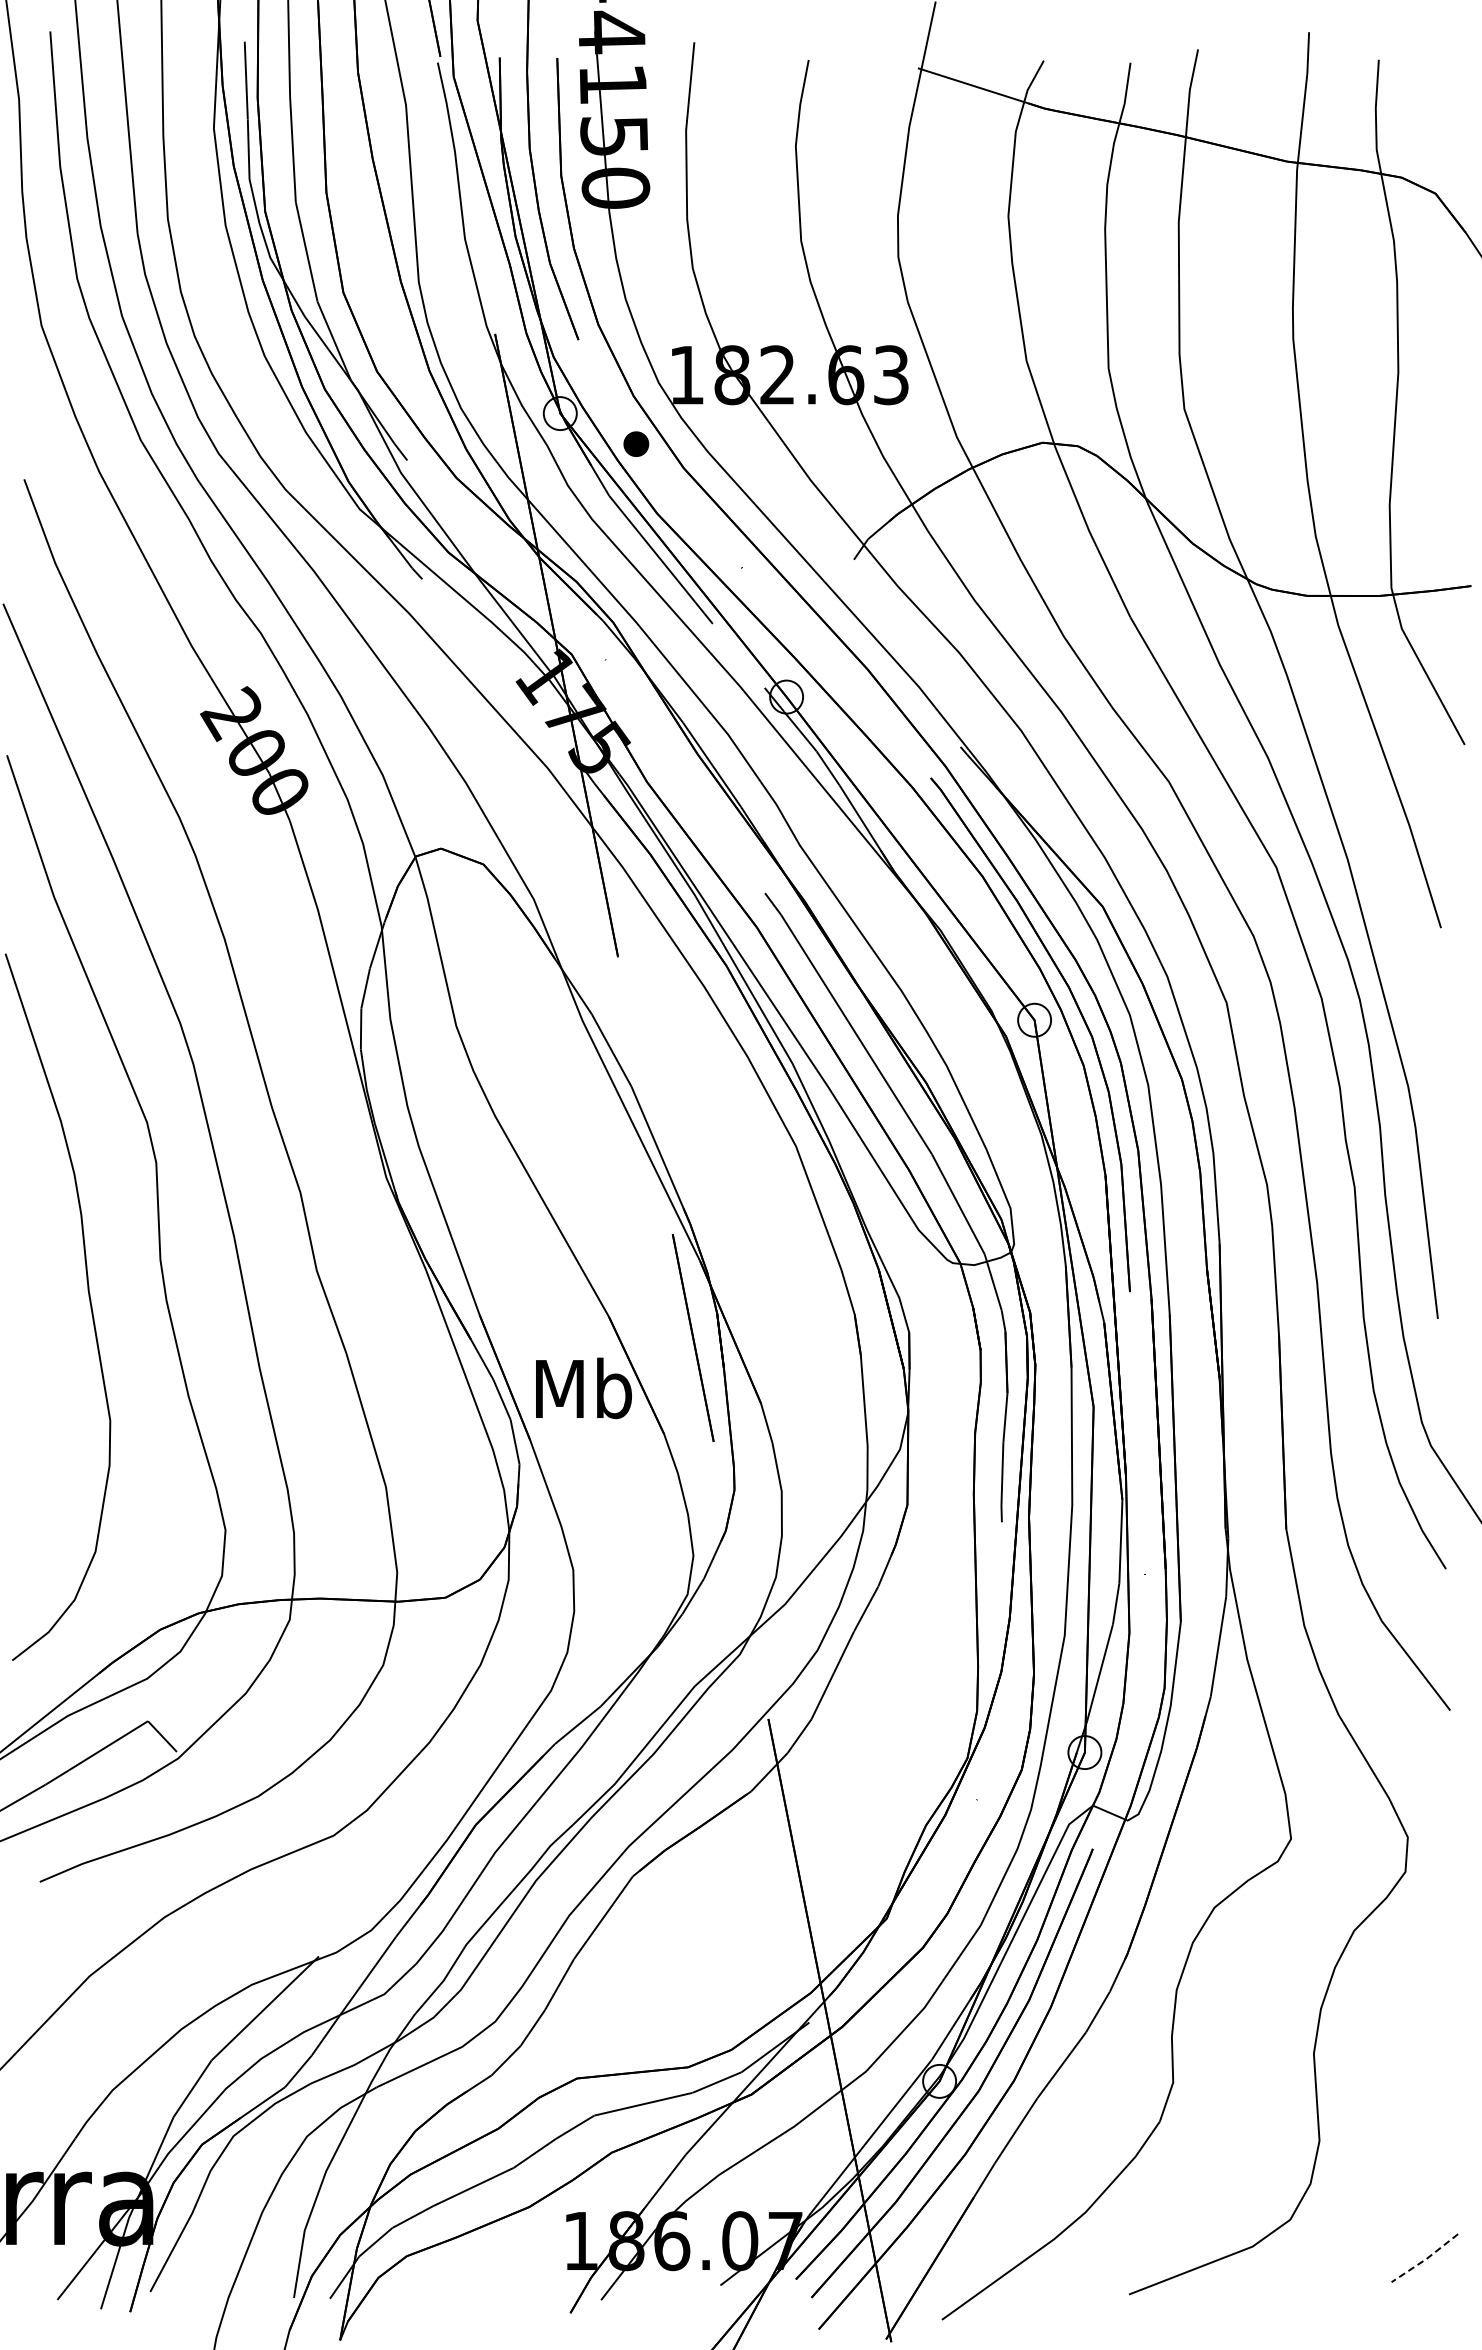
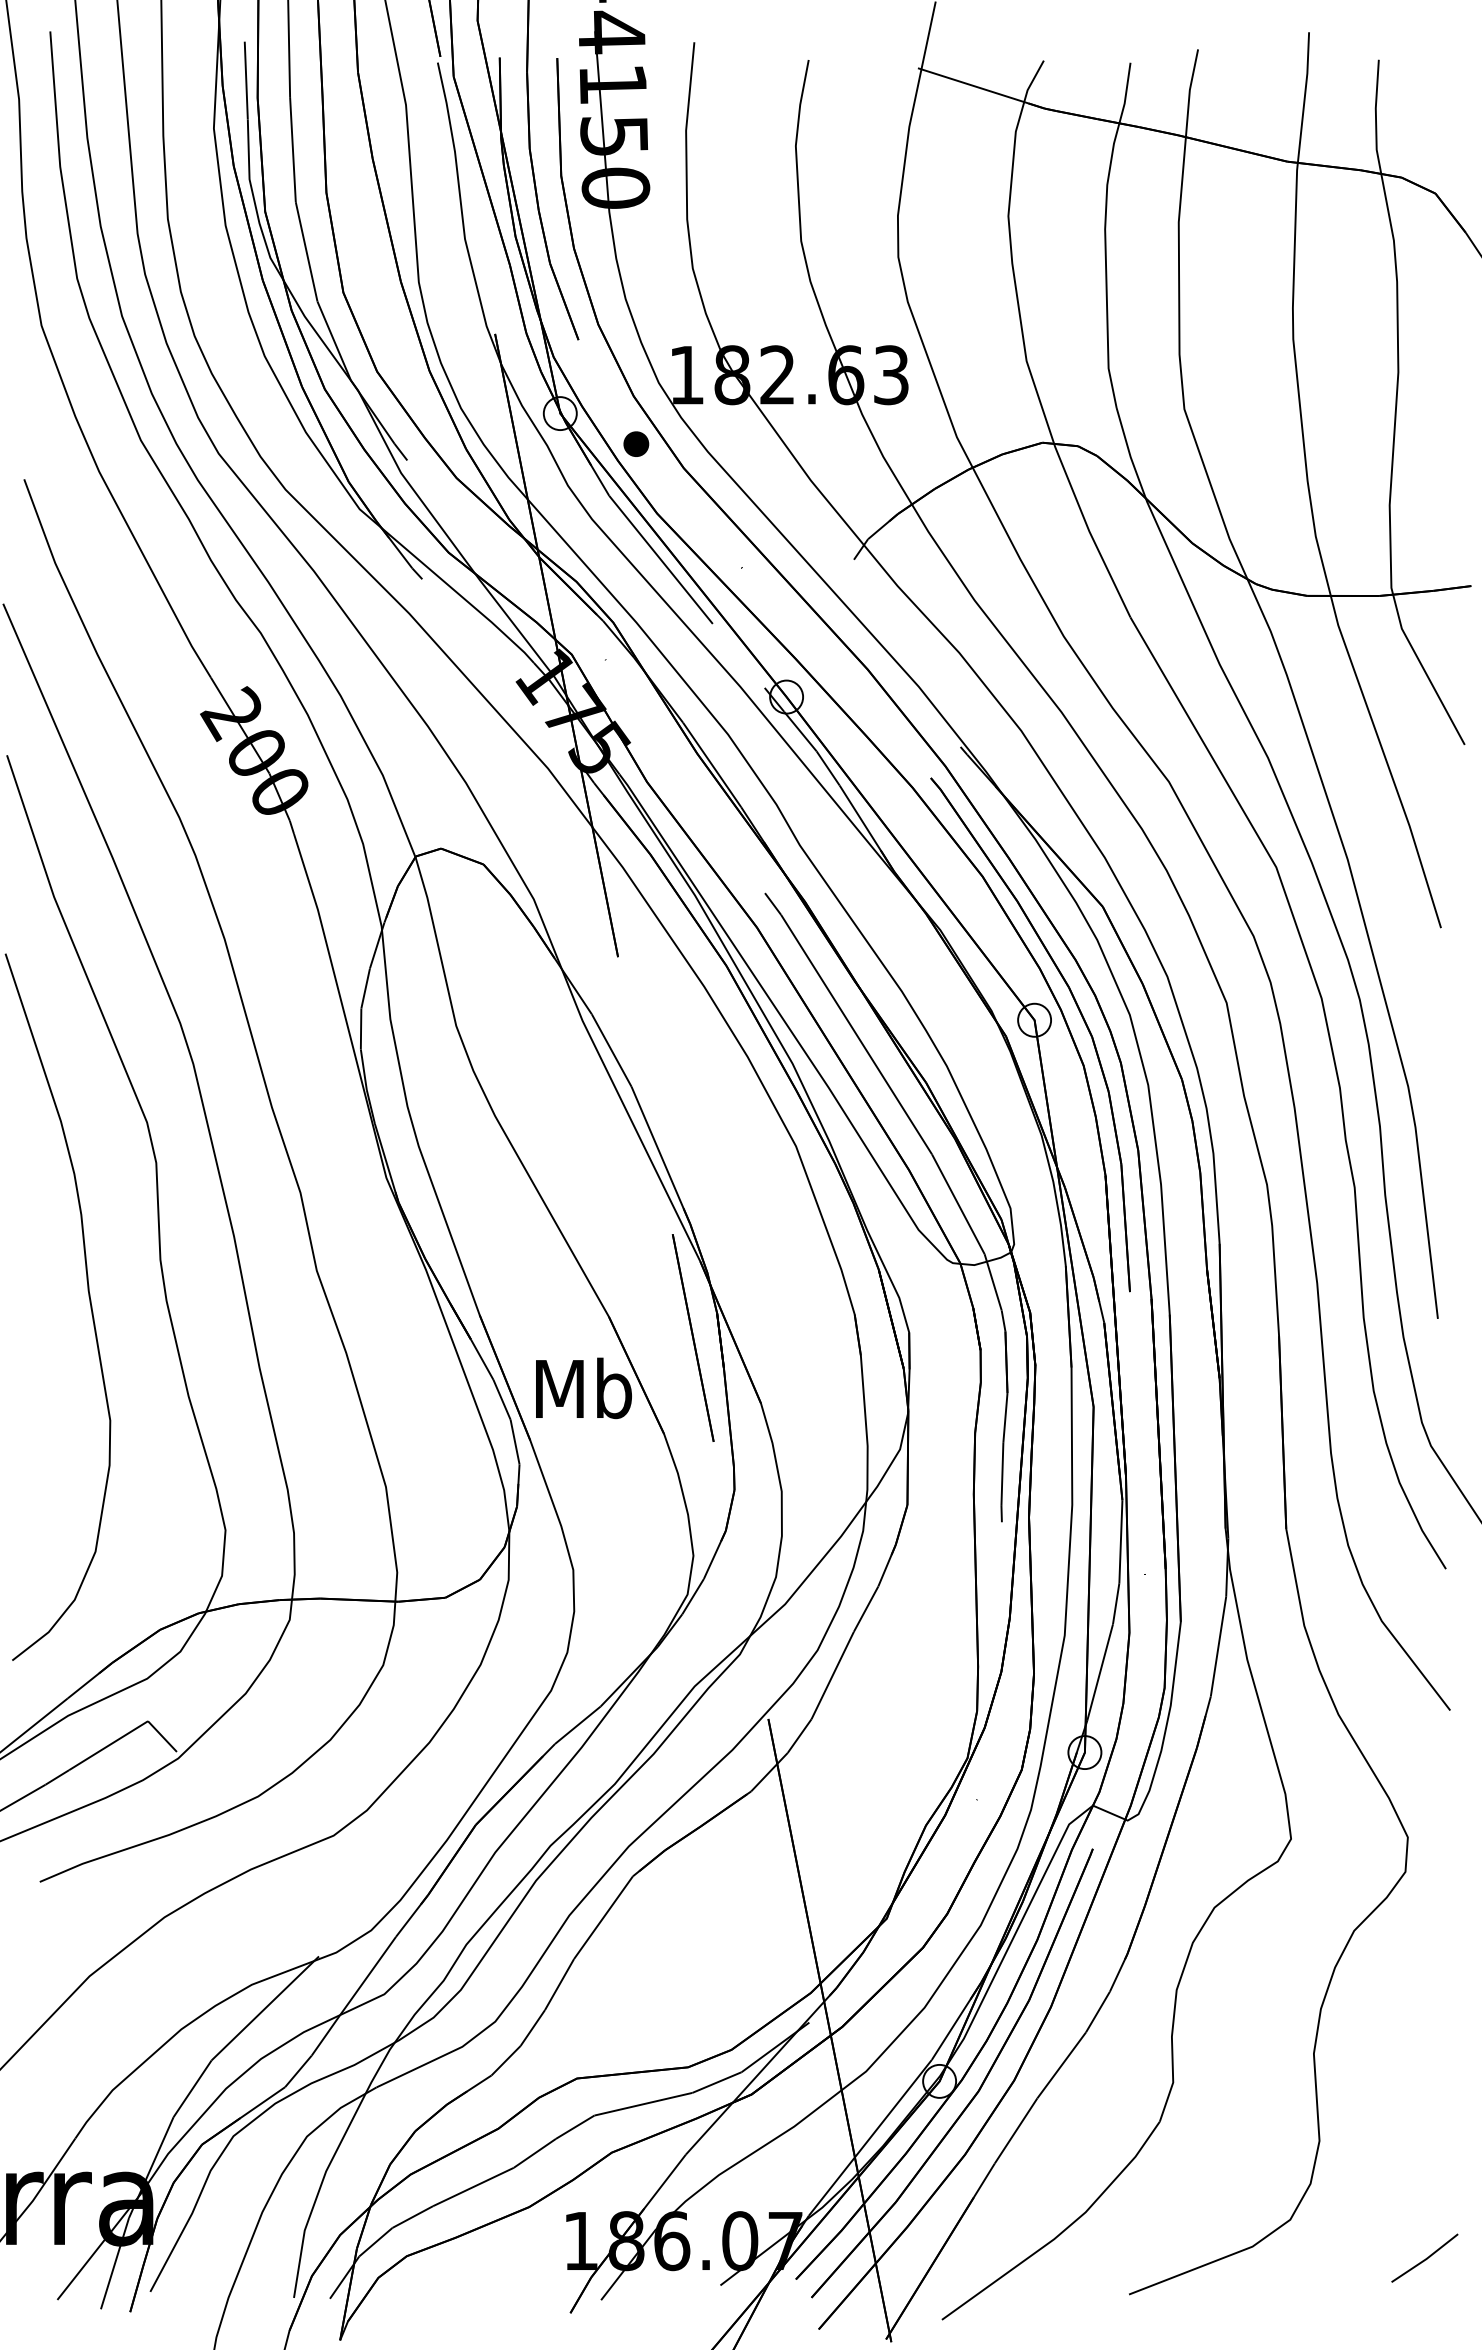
line at (1425, 2259): dashed -> solid
